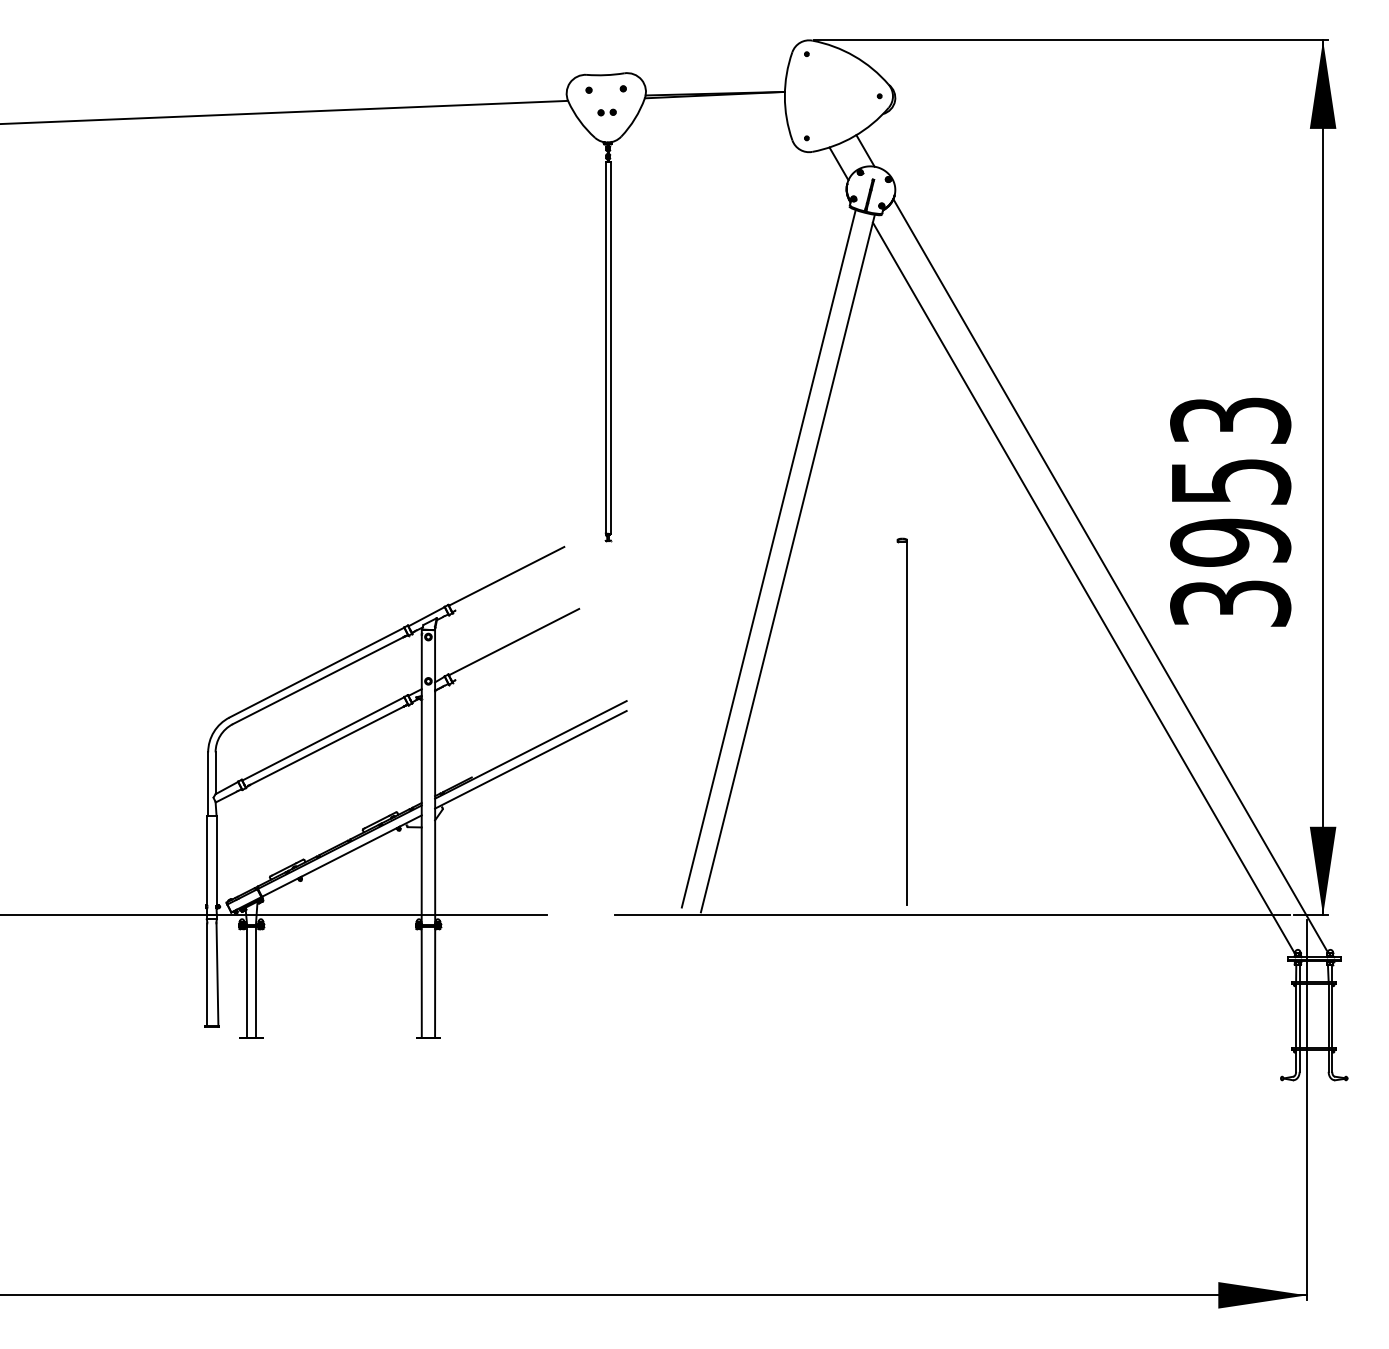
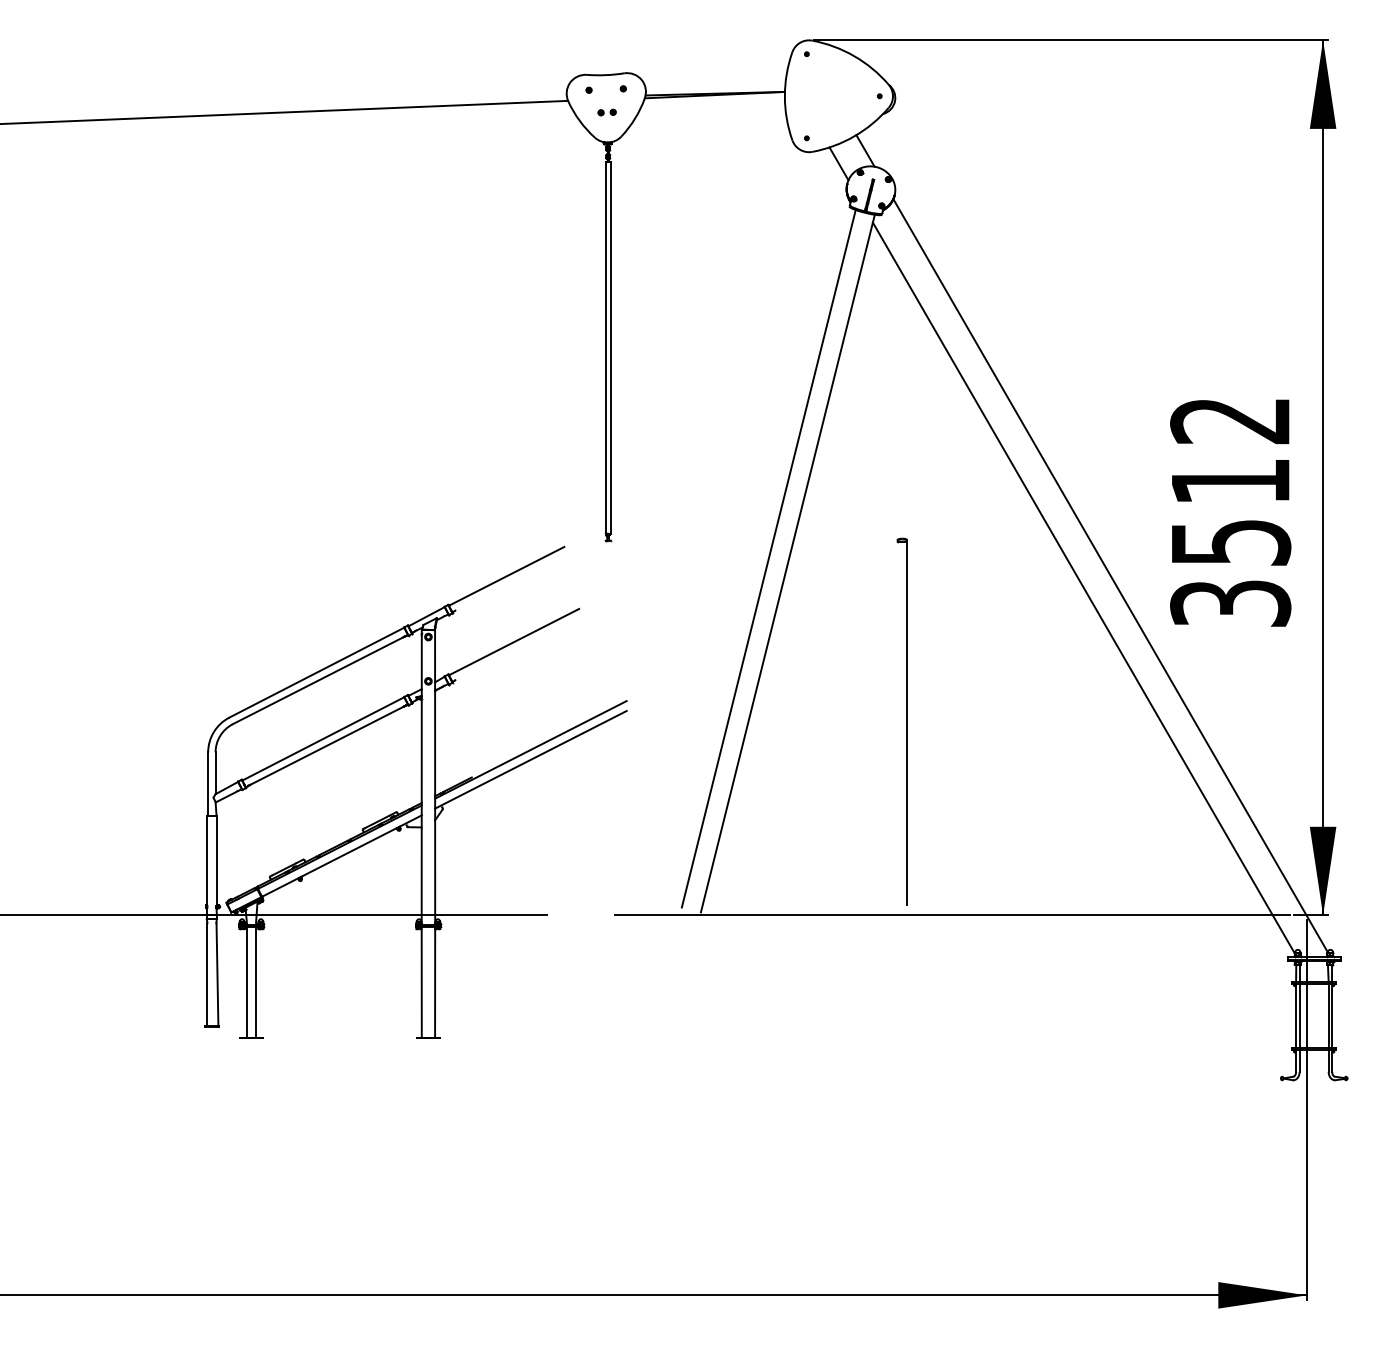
text at (1230, 481): 3953 -> 3512
